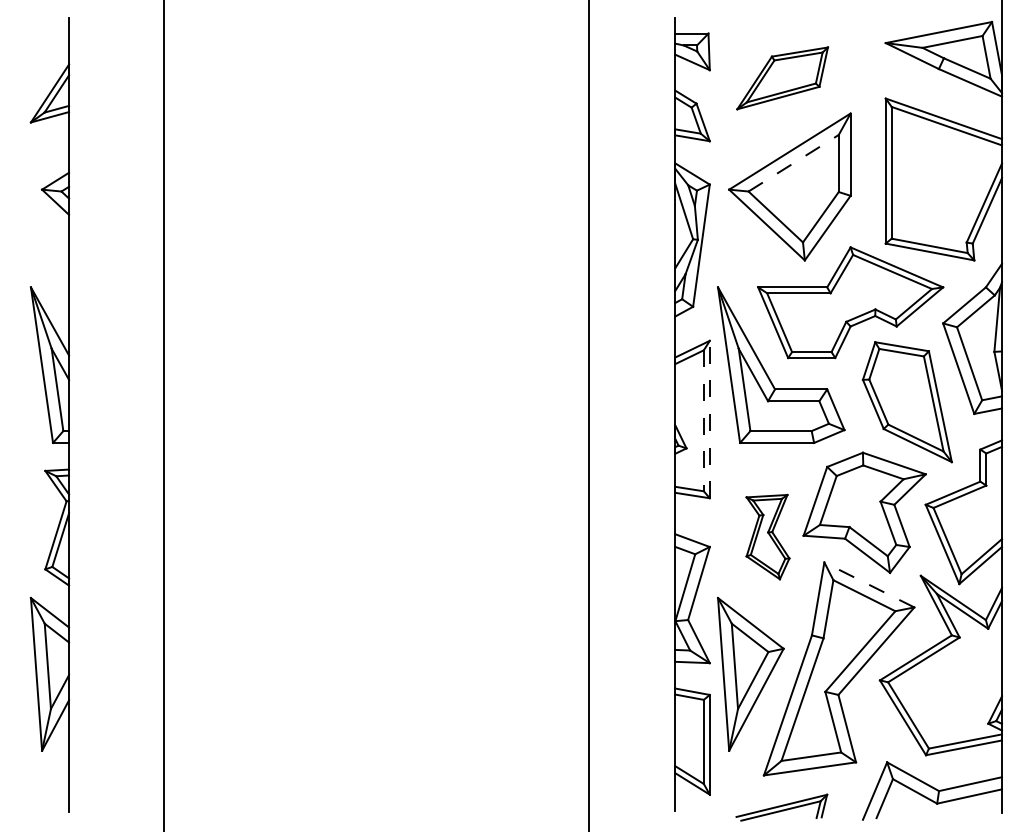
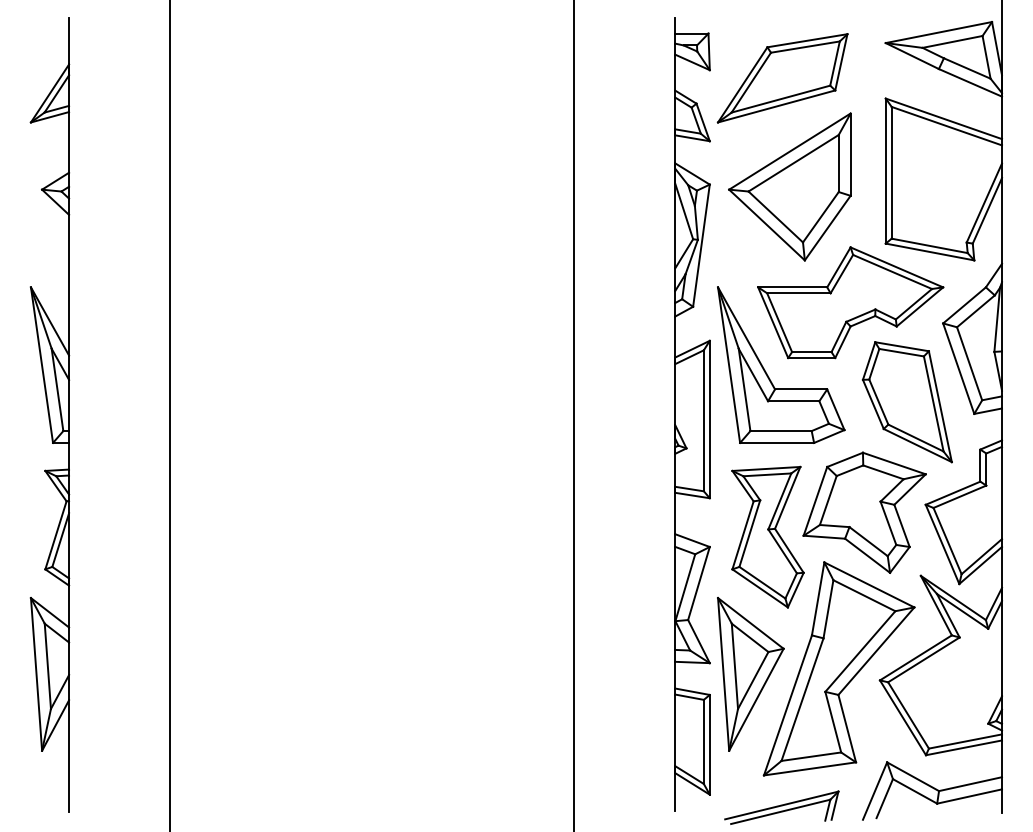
part at (782, 78) size: 93x65 px -> 133x91 px
line at (794, 162): dashed -> solid
line at (164, 415) position: (164, 415) -> (170, 415)
line at (589, 415) position: (589, 415) -> (574, 415)
line at (709, 419): dashed -> solid
line at (703, 420): dashed -> solid
part at (767, 536) size: 46x88 px -> 74x144 px
line at (868, 584): dashed -> solid
part at (781, 807) size: 94x29 px -> 116x35 px
